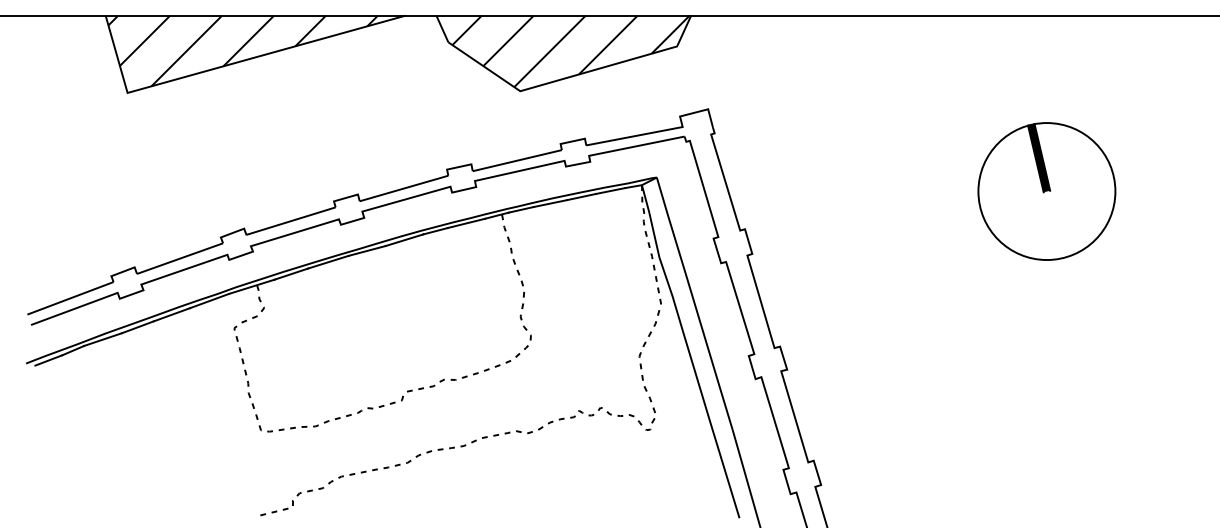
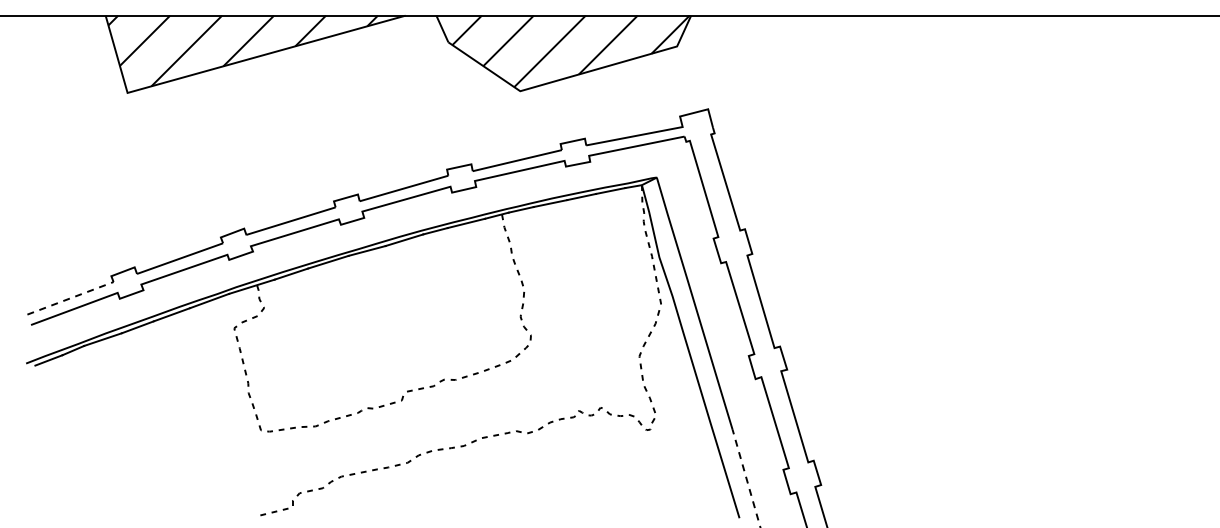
part at (1046, 191): present -> none
line at (70, 298): solid -> dashed
line at (746, 478): solid -> dashed
